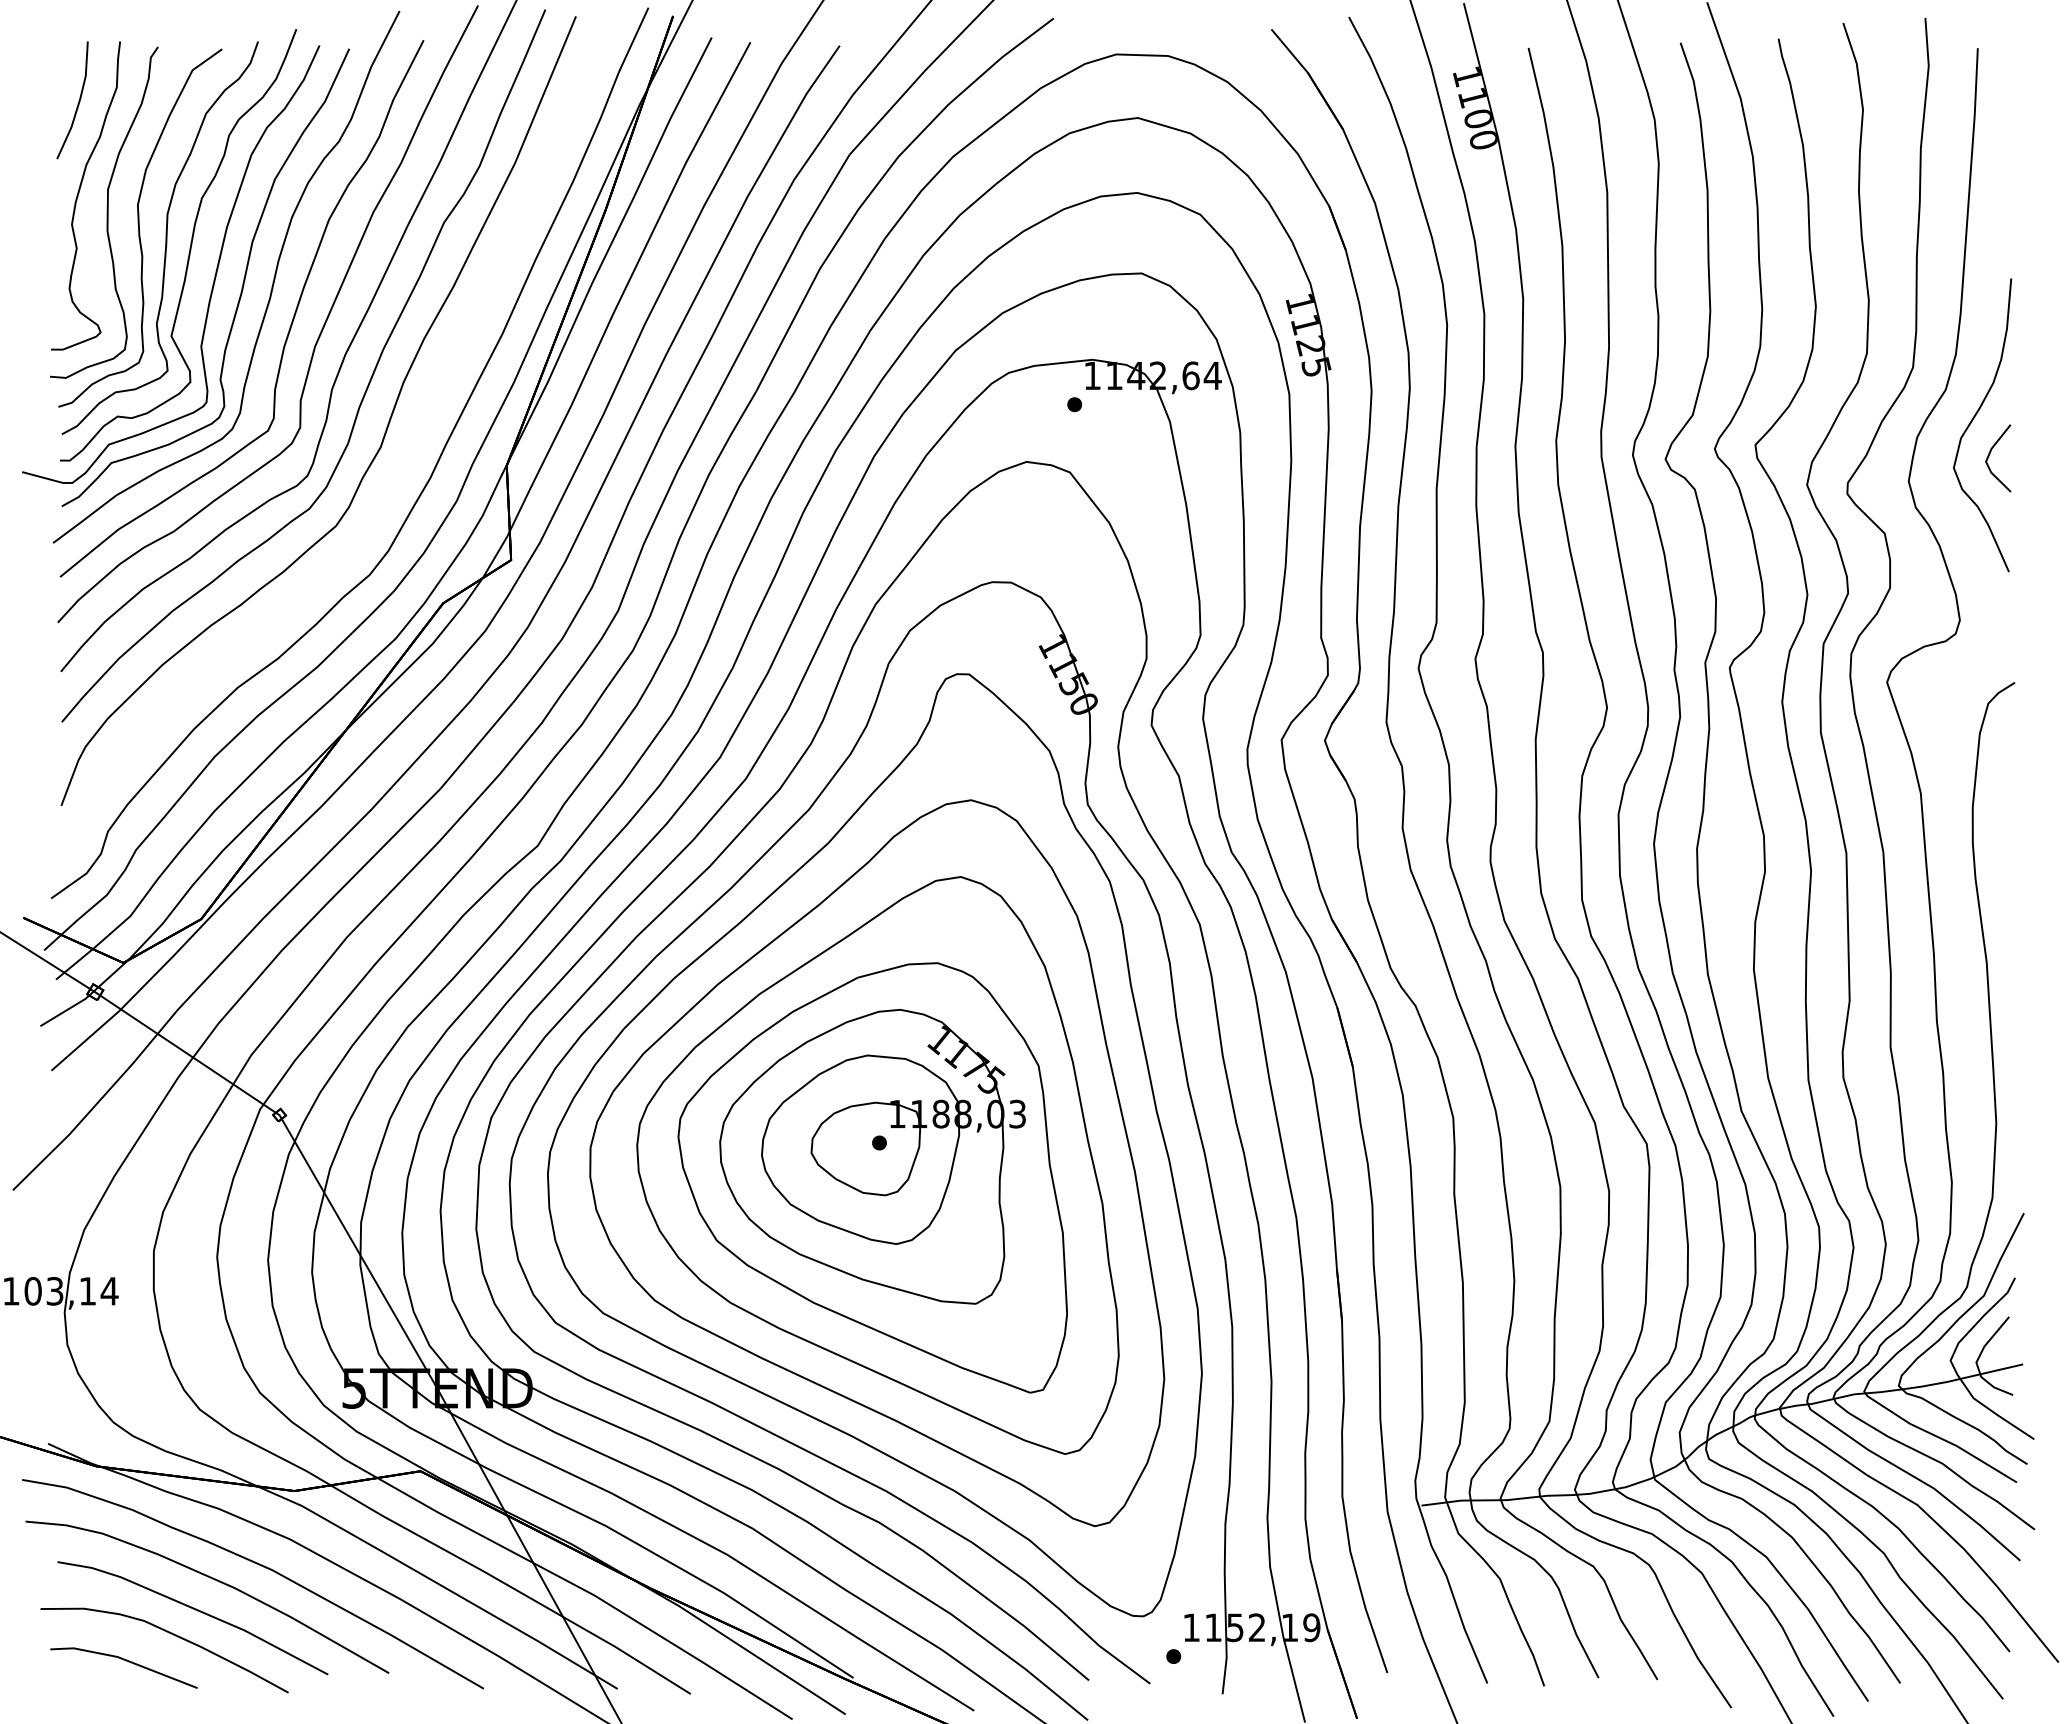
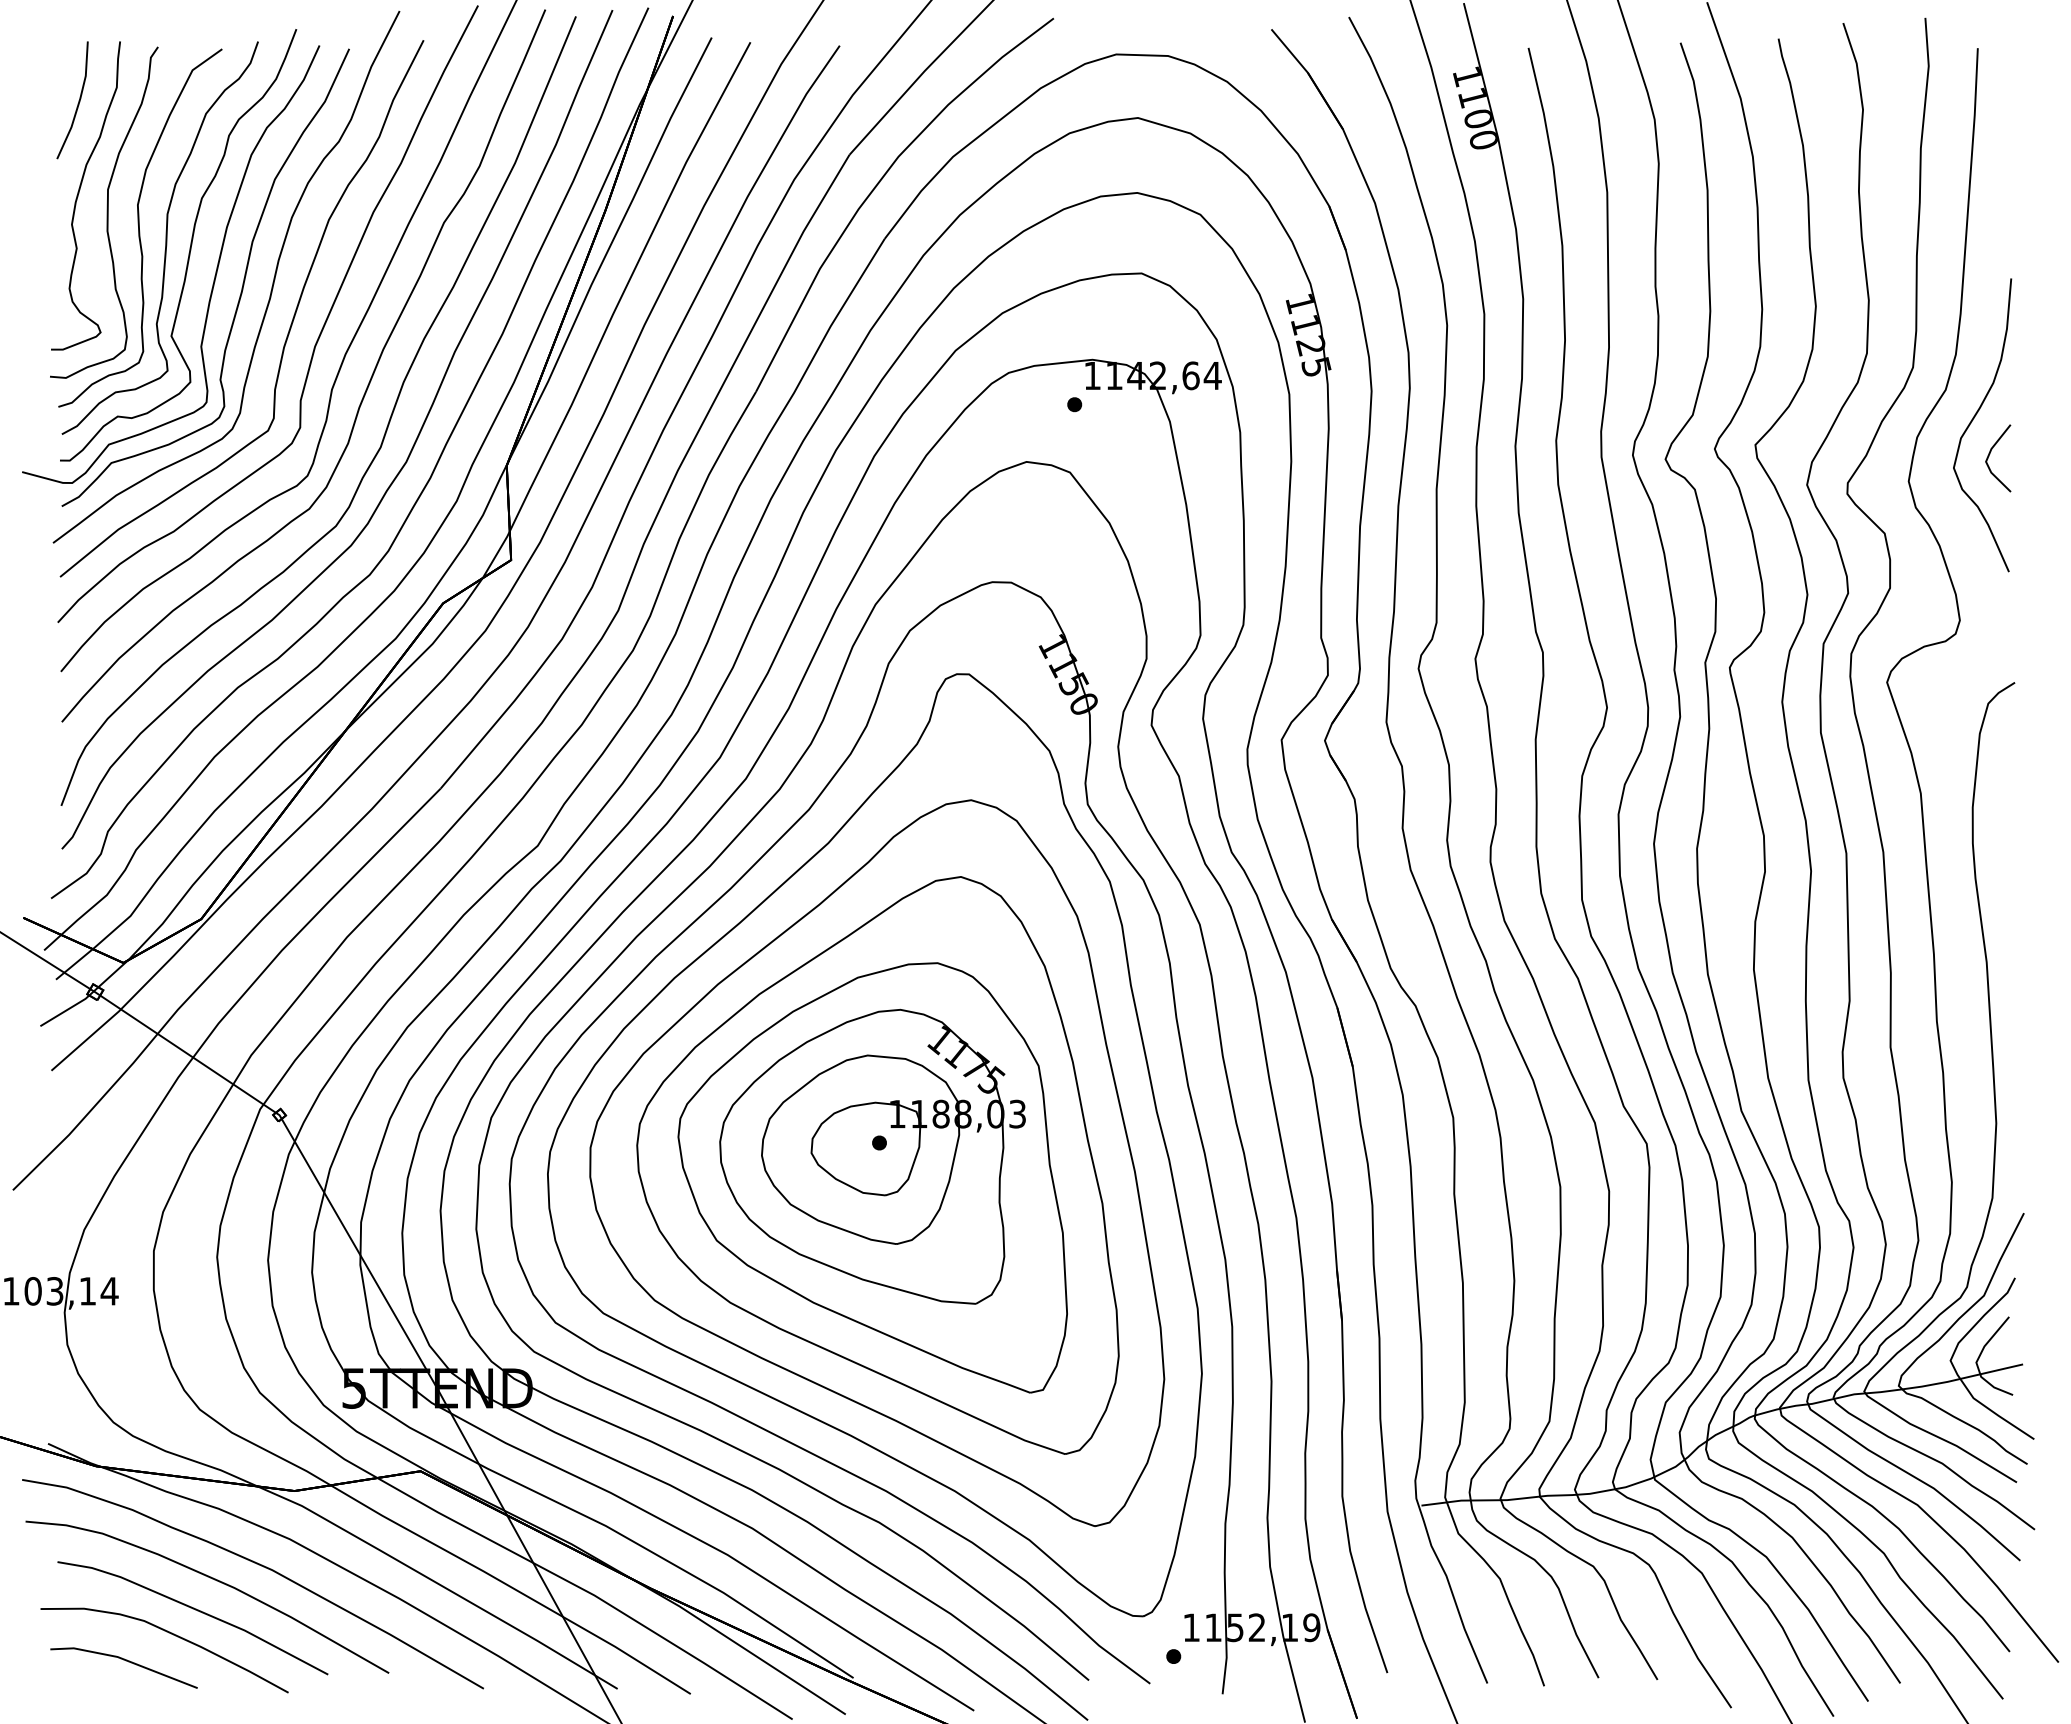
part at (398, 471): none -> present
